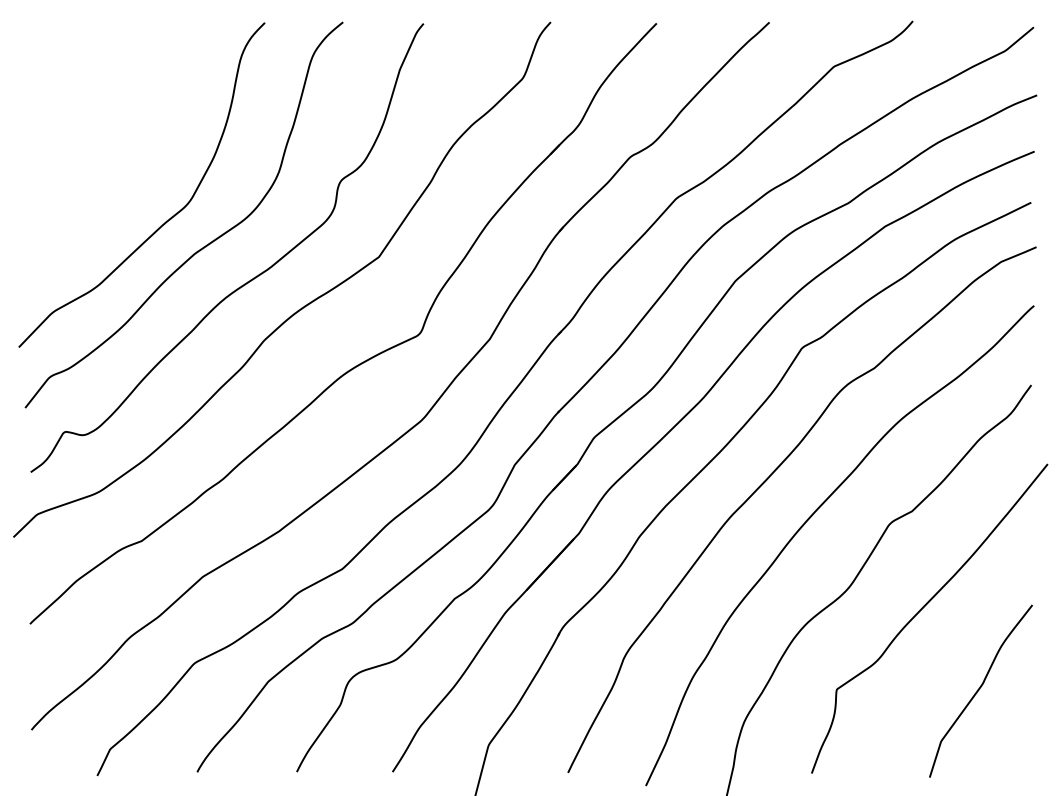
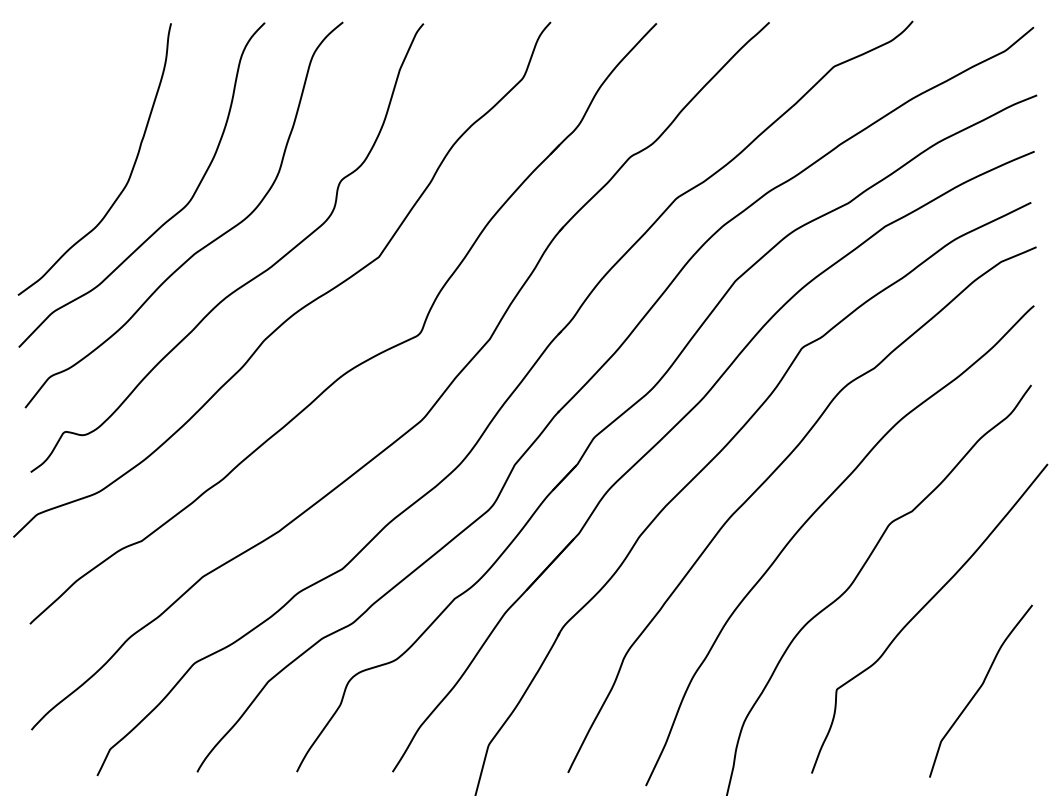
curve at (130, 172): none -> present
